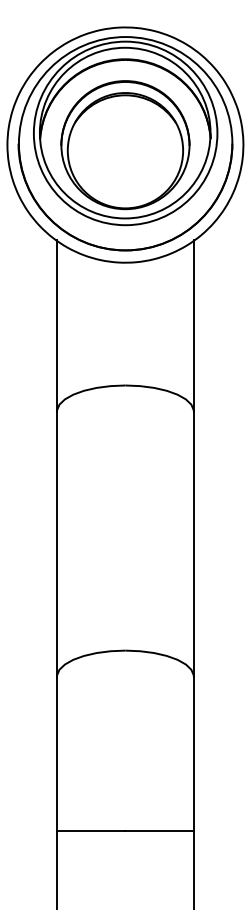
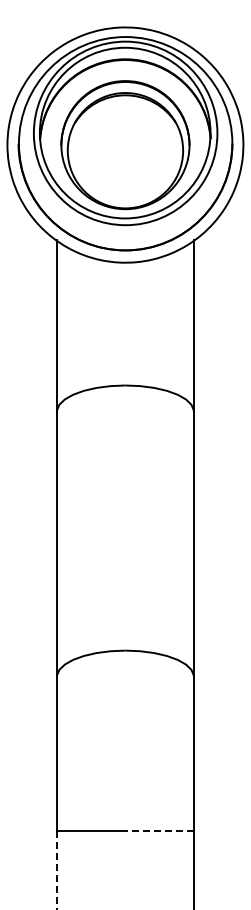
line at (159, 830): solid -> dashed
line at (57, 870): solid -> dashed
